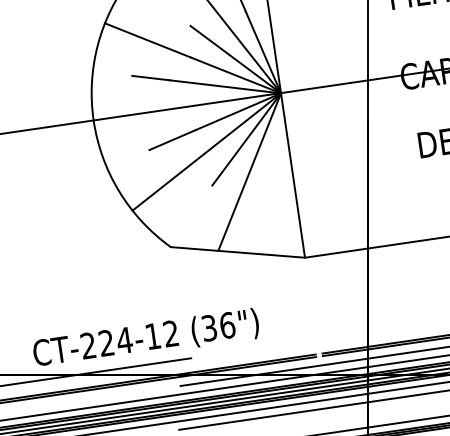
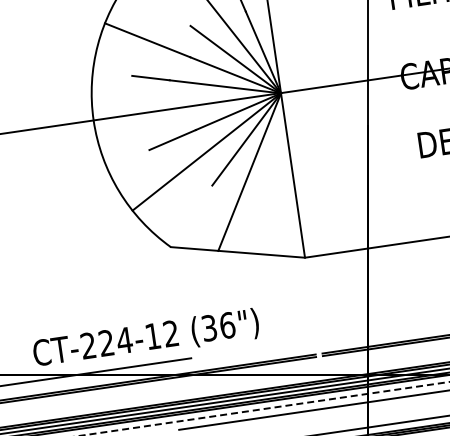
line at (313, 366): present -> none
line at (224, 387): present -> none
line at (264, 408): solid -> dashed
